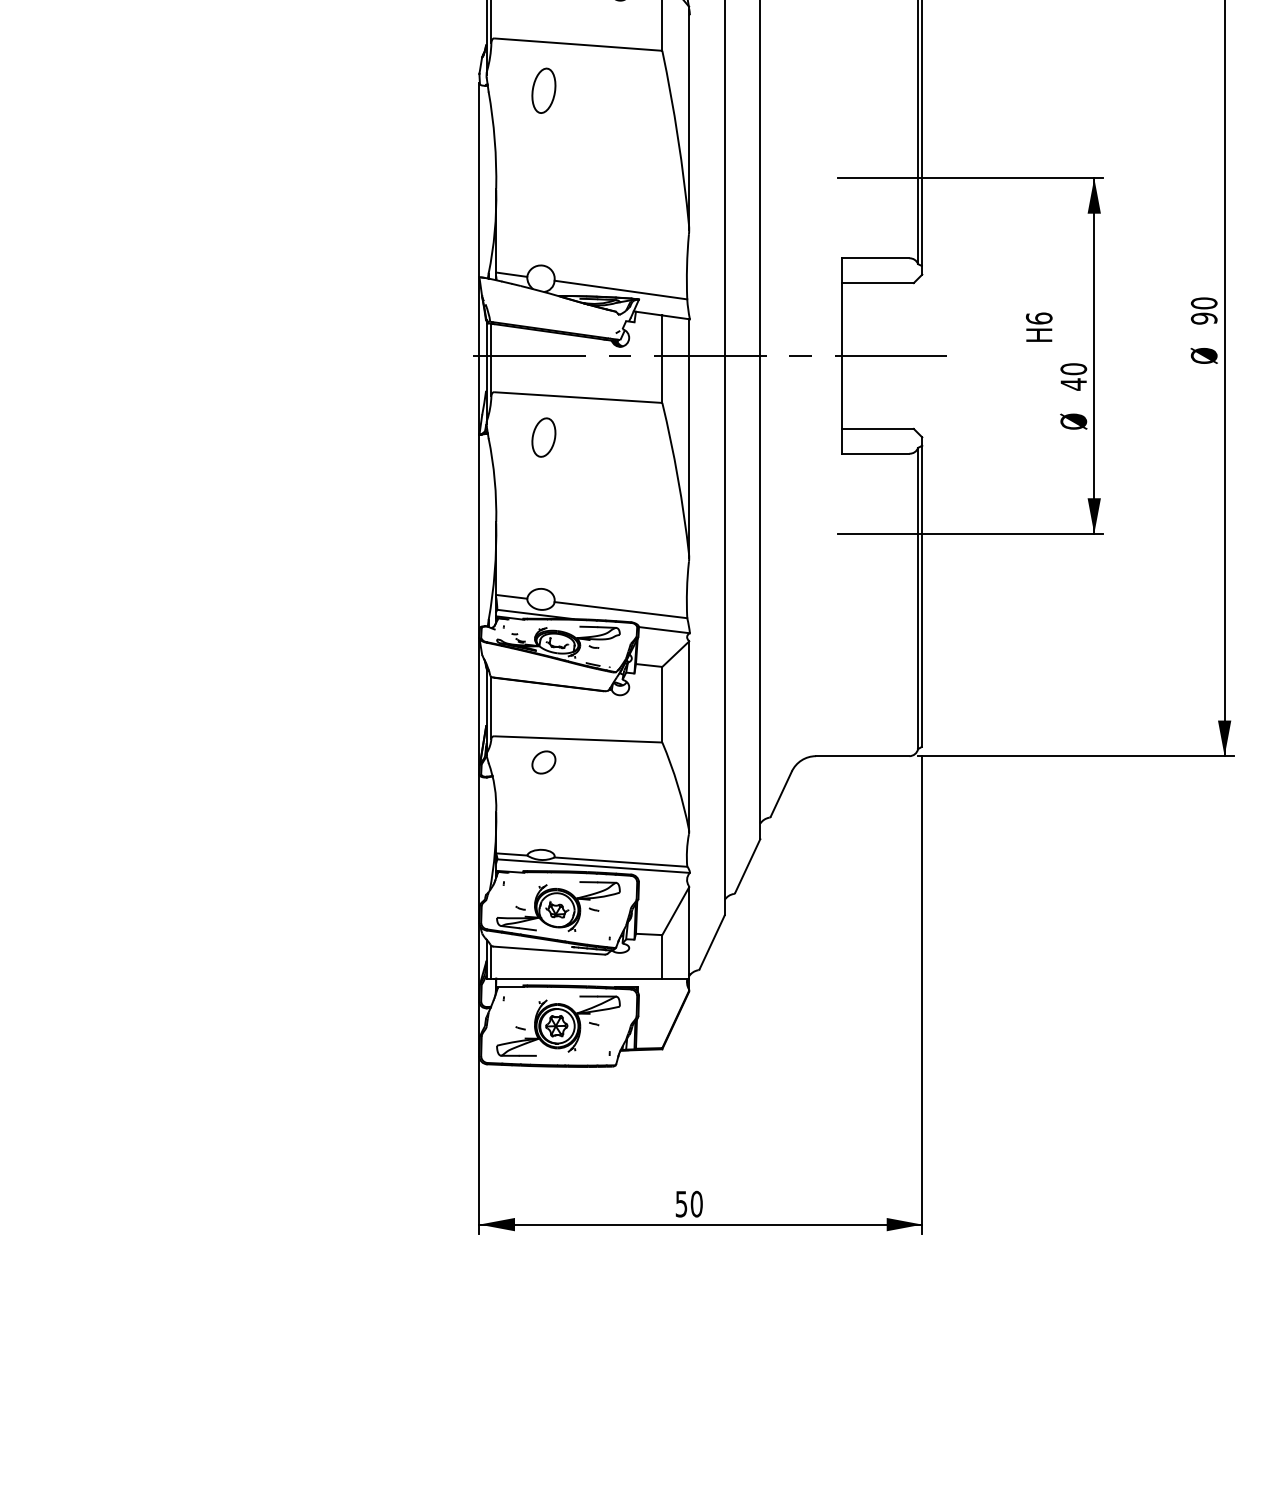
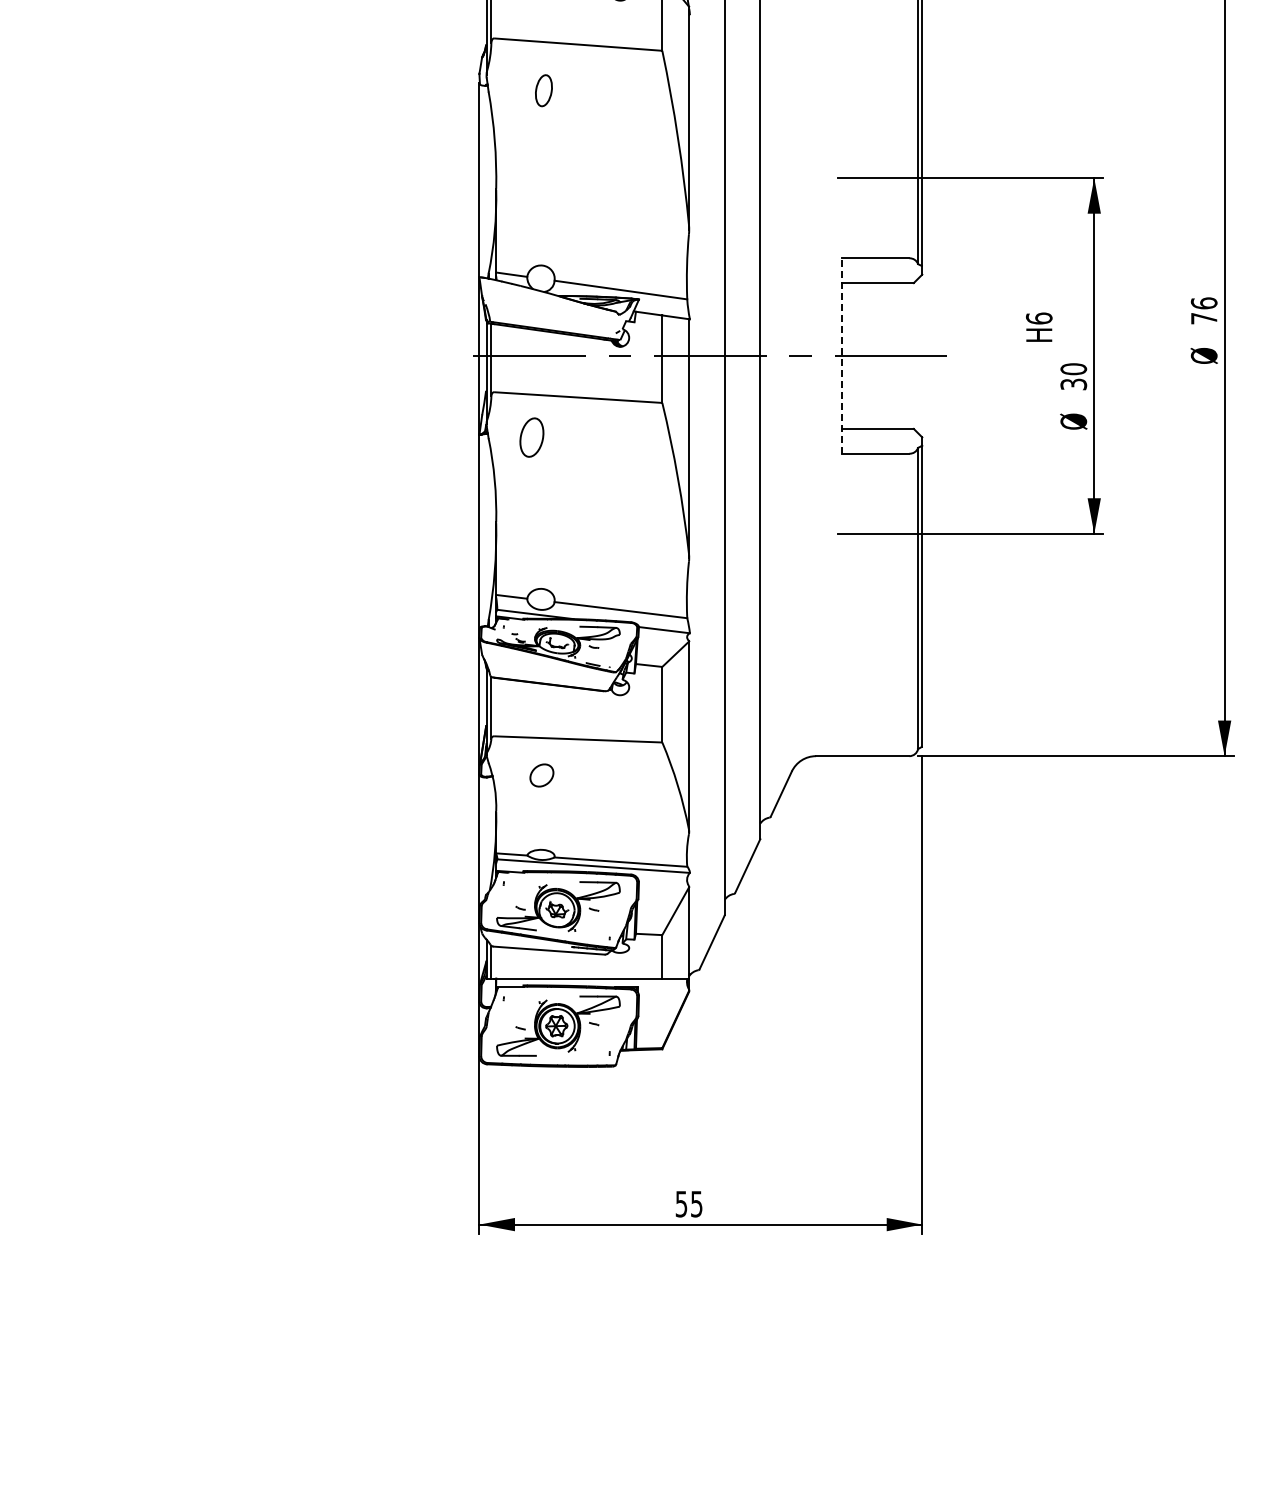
part at (543, 90) size: 26x47 px -> 18x34 px
text at (1203, 310): 90 -> 76
line at (842, 356): solid -> dashed
text at (1073, 384): 40 -> 30
part at (543, 437) position: (543, 437) -> (531, 437)
part at (543, 762) position: (543, 762) -> (541, 775)
text at (696, 1203): 50 -> 55
